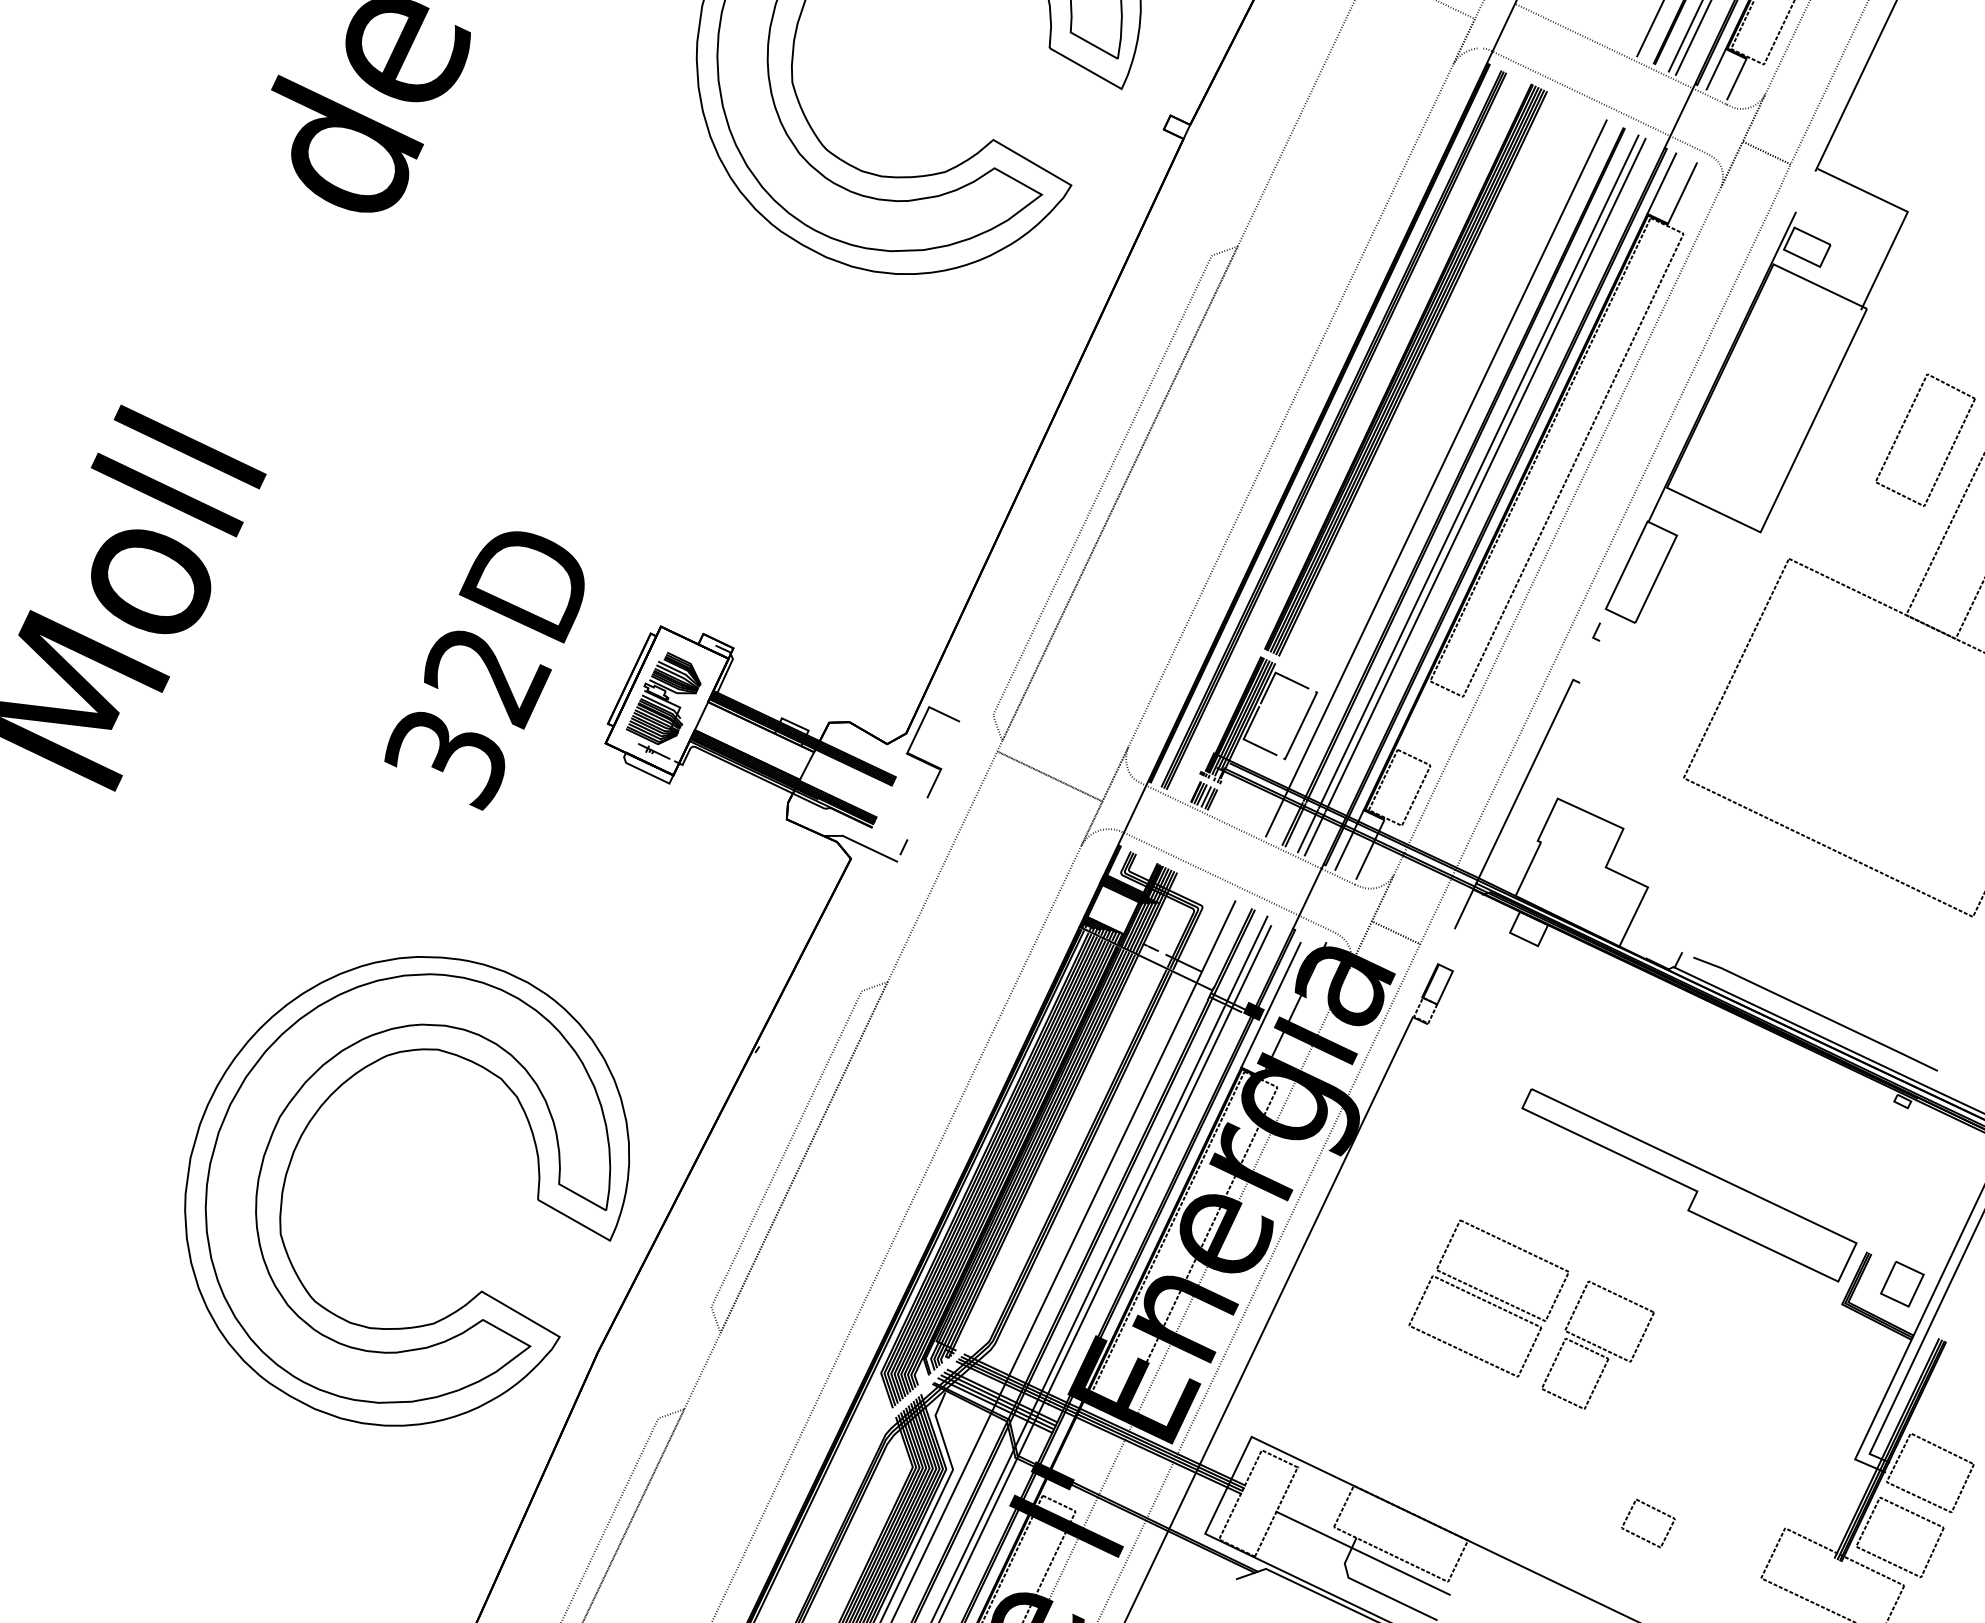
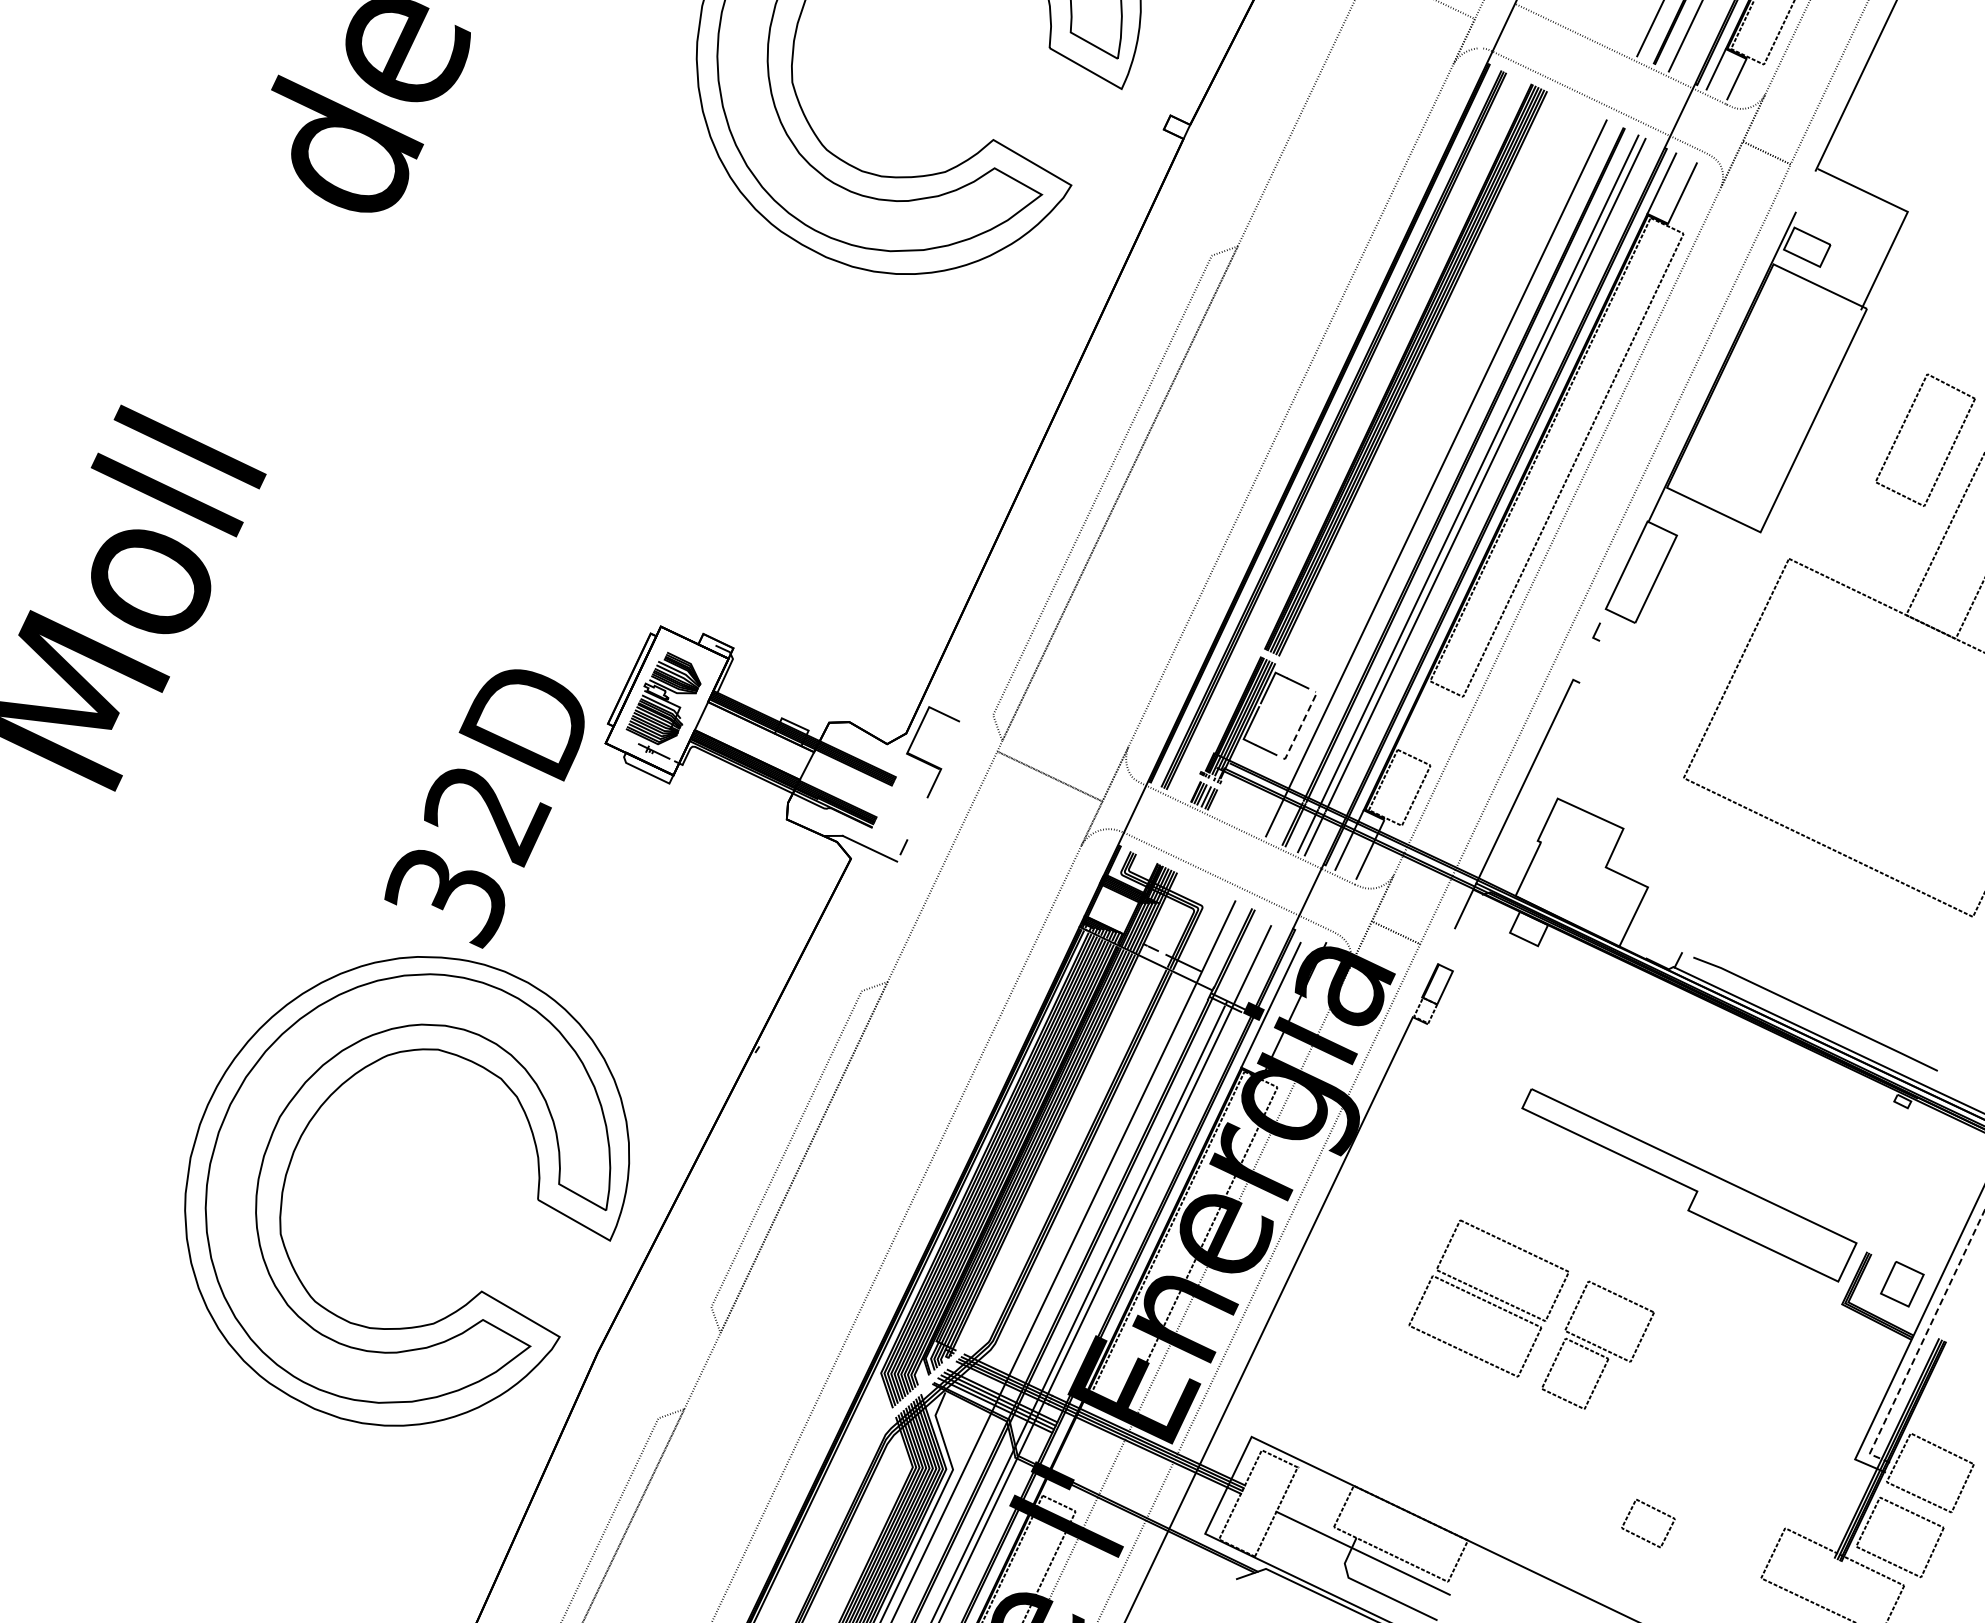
line at (1692, 38): present -> none
text at (484, 670) position: (484, 670) -> (484, 808)
line at (1301, 725): solid -> dashed
line at (1247, 957): present -> none
line at (1922, 1342): solid -> dashed
